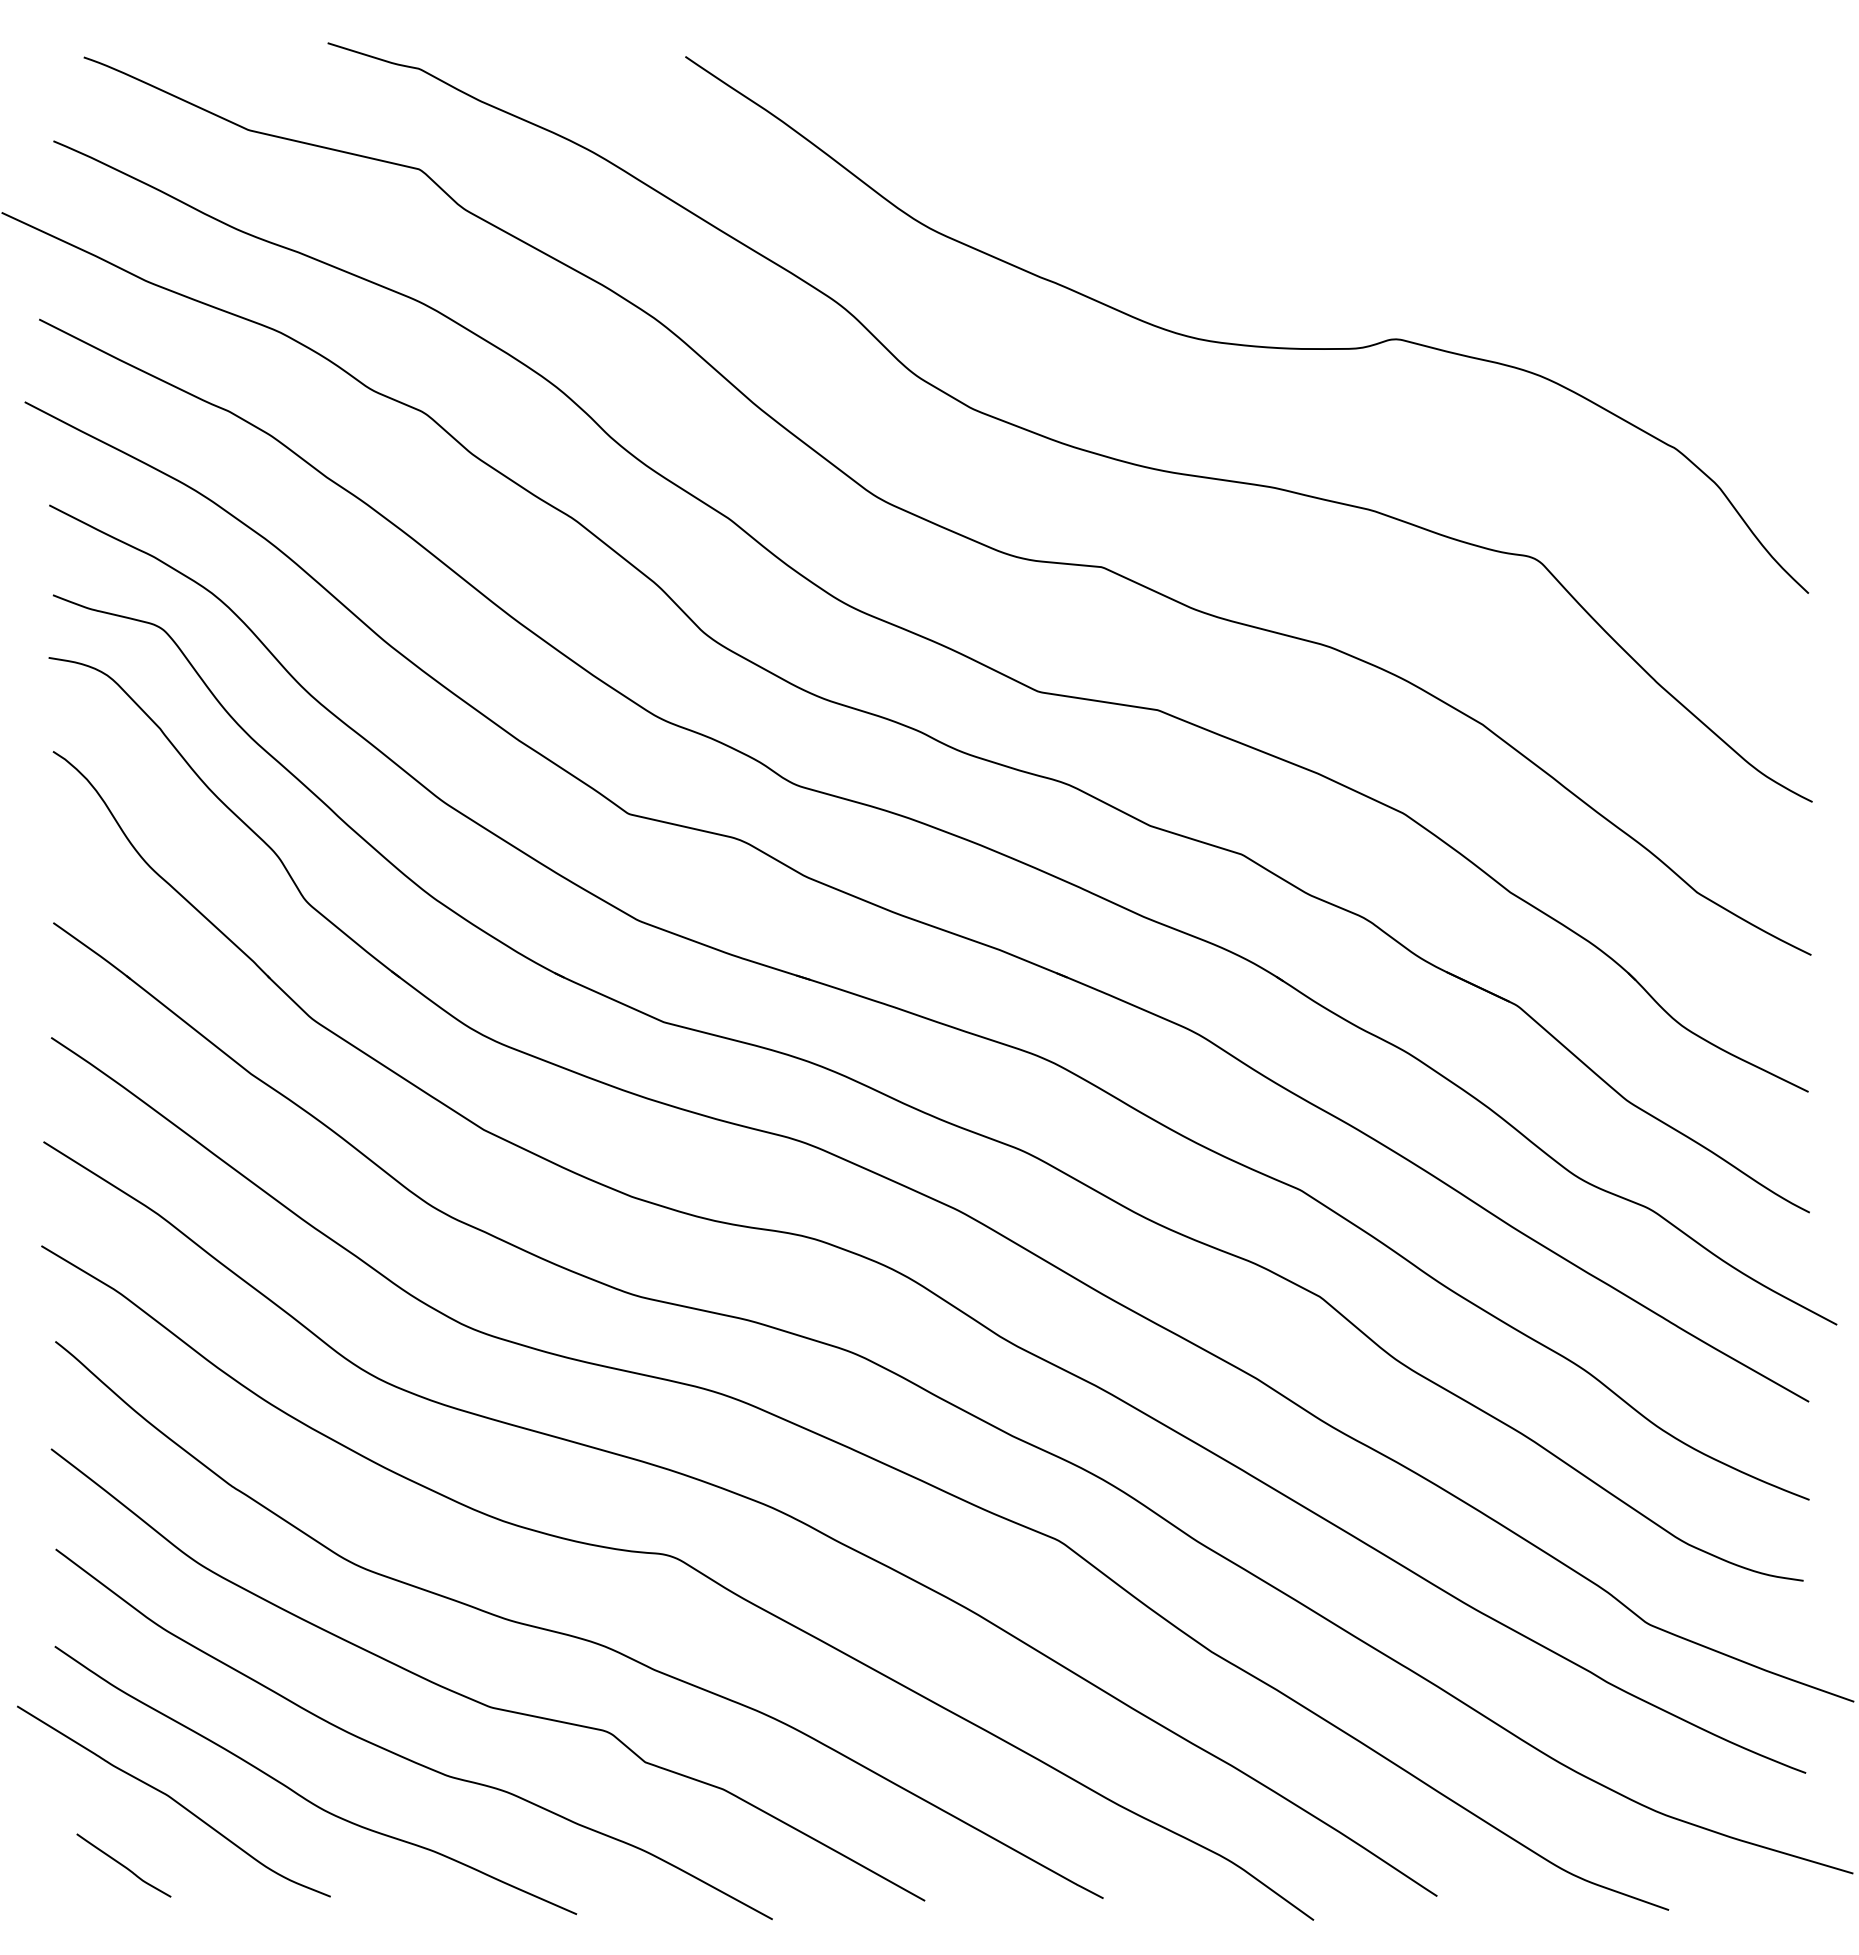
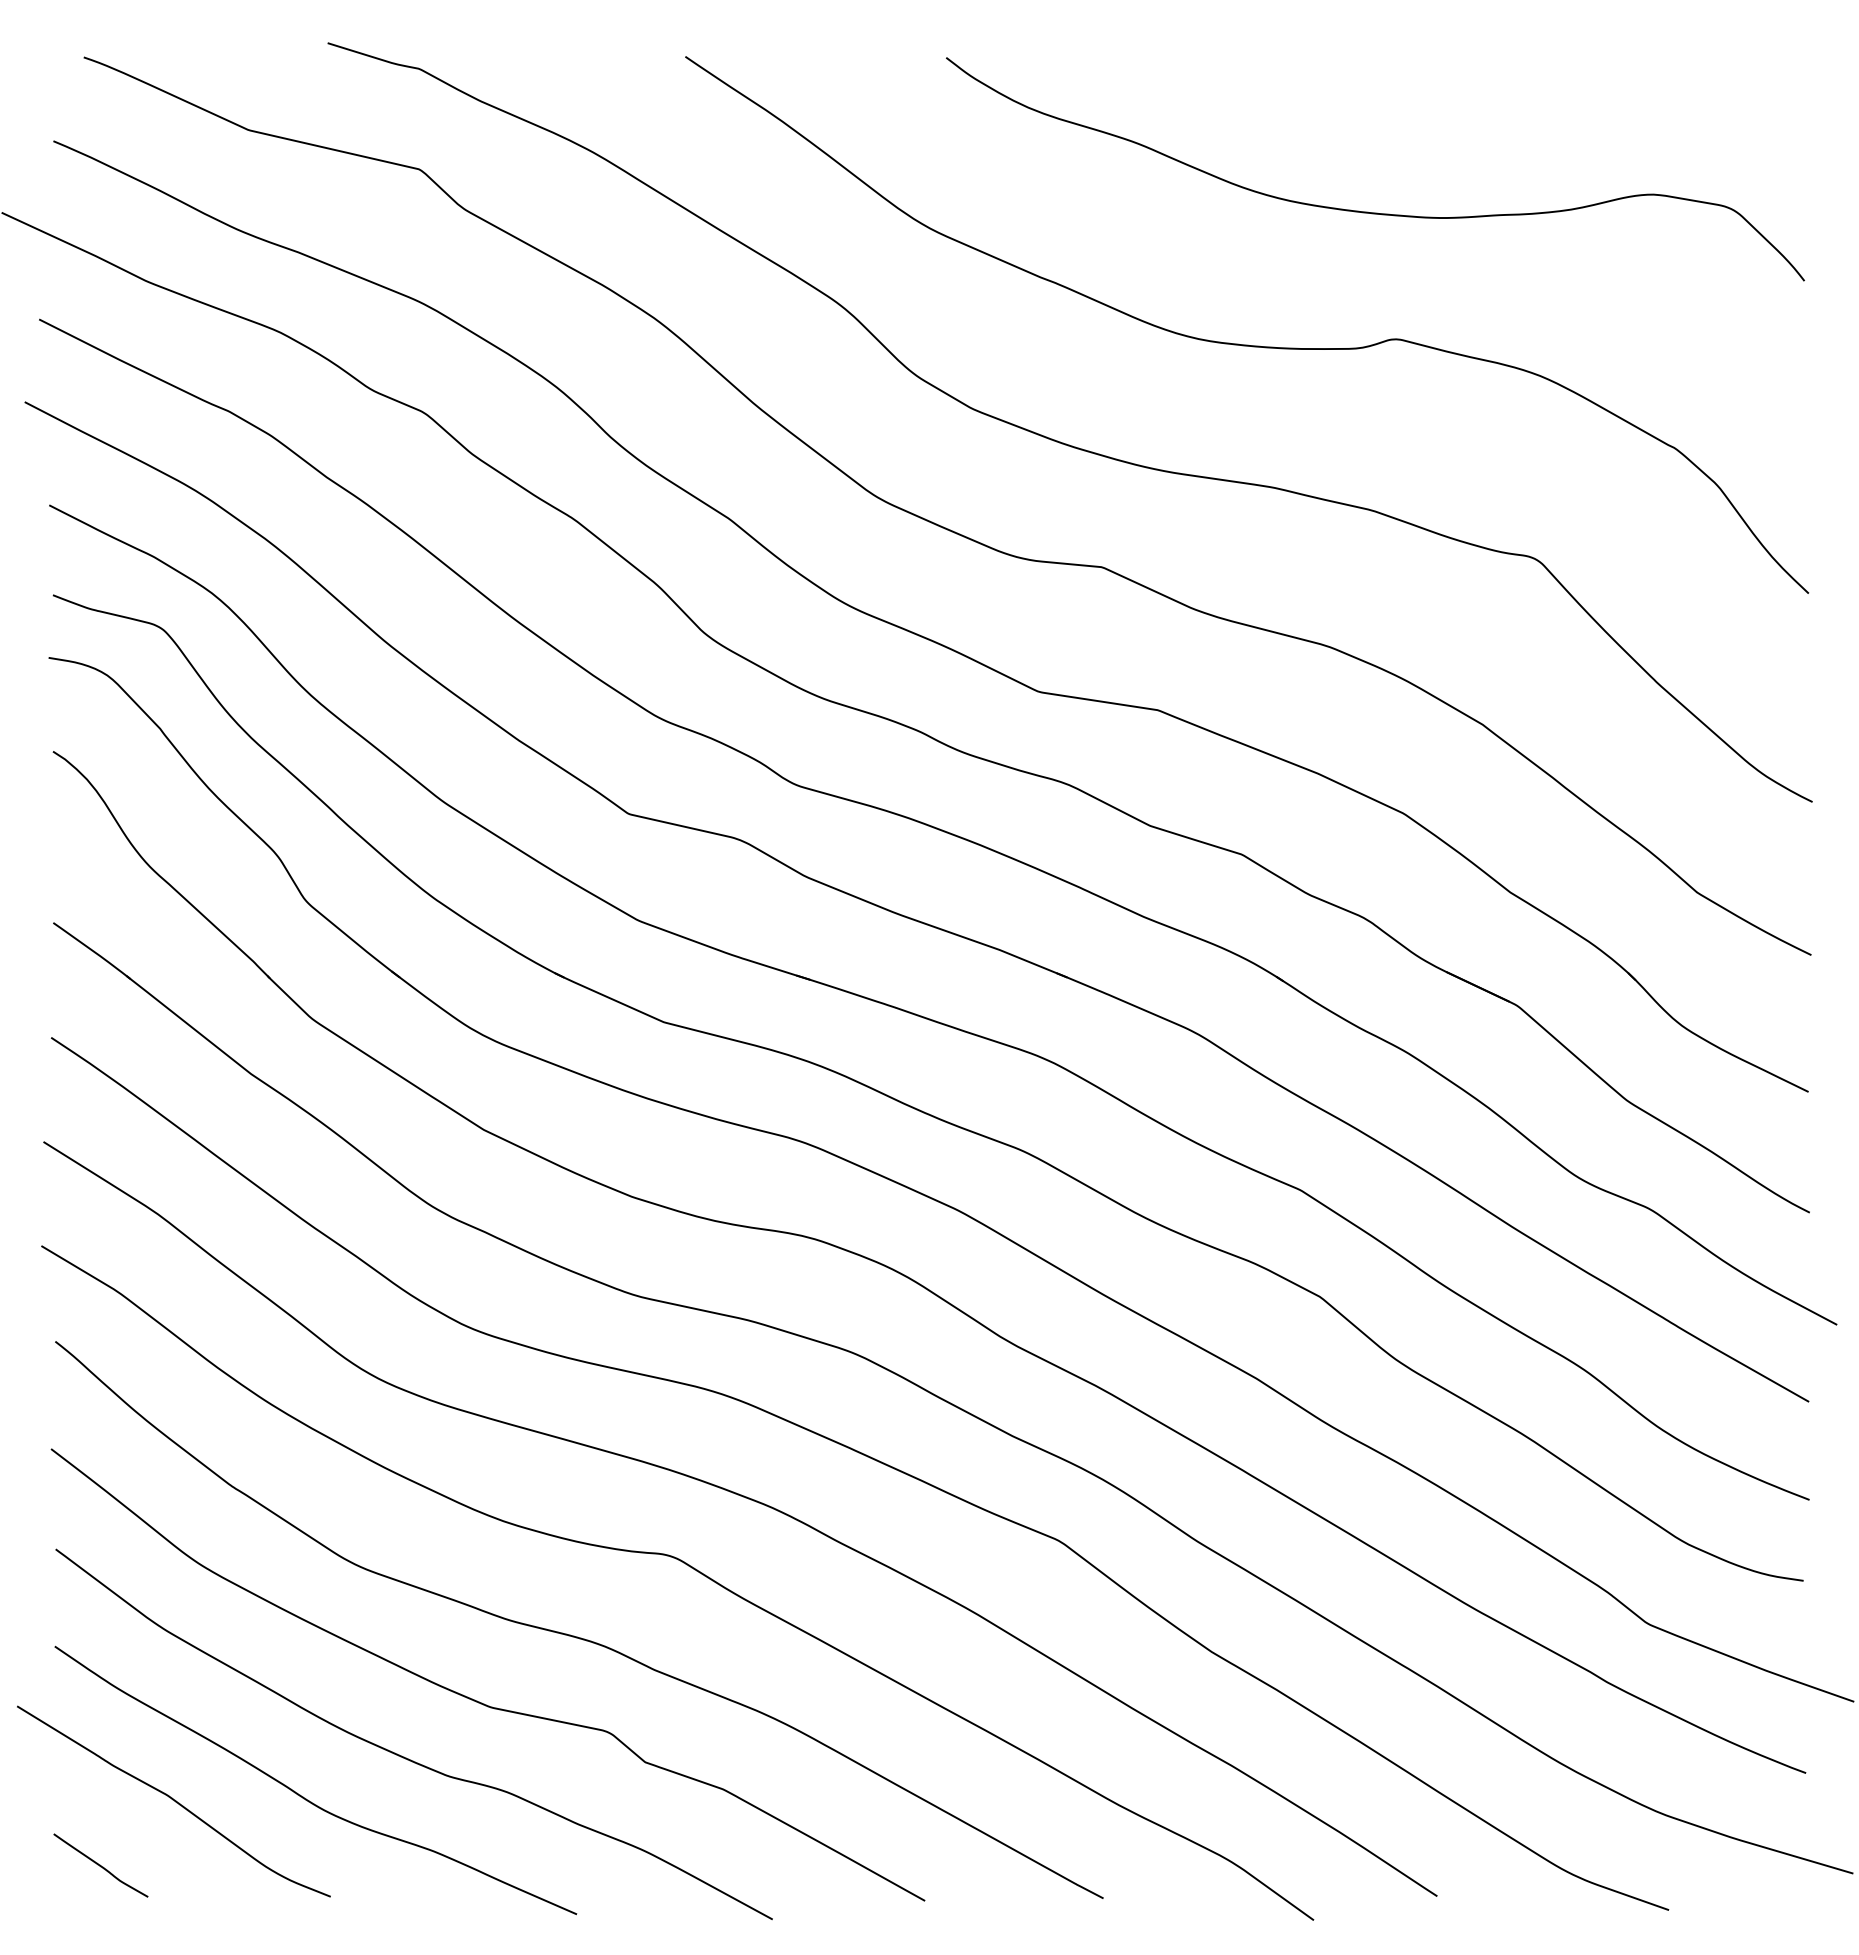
curve at (1368, 211): none -> present
curve at (123, 1865) position: (123, 1865) -> (100, 1865)
